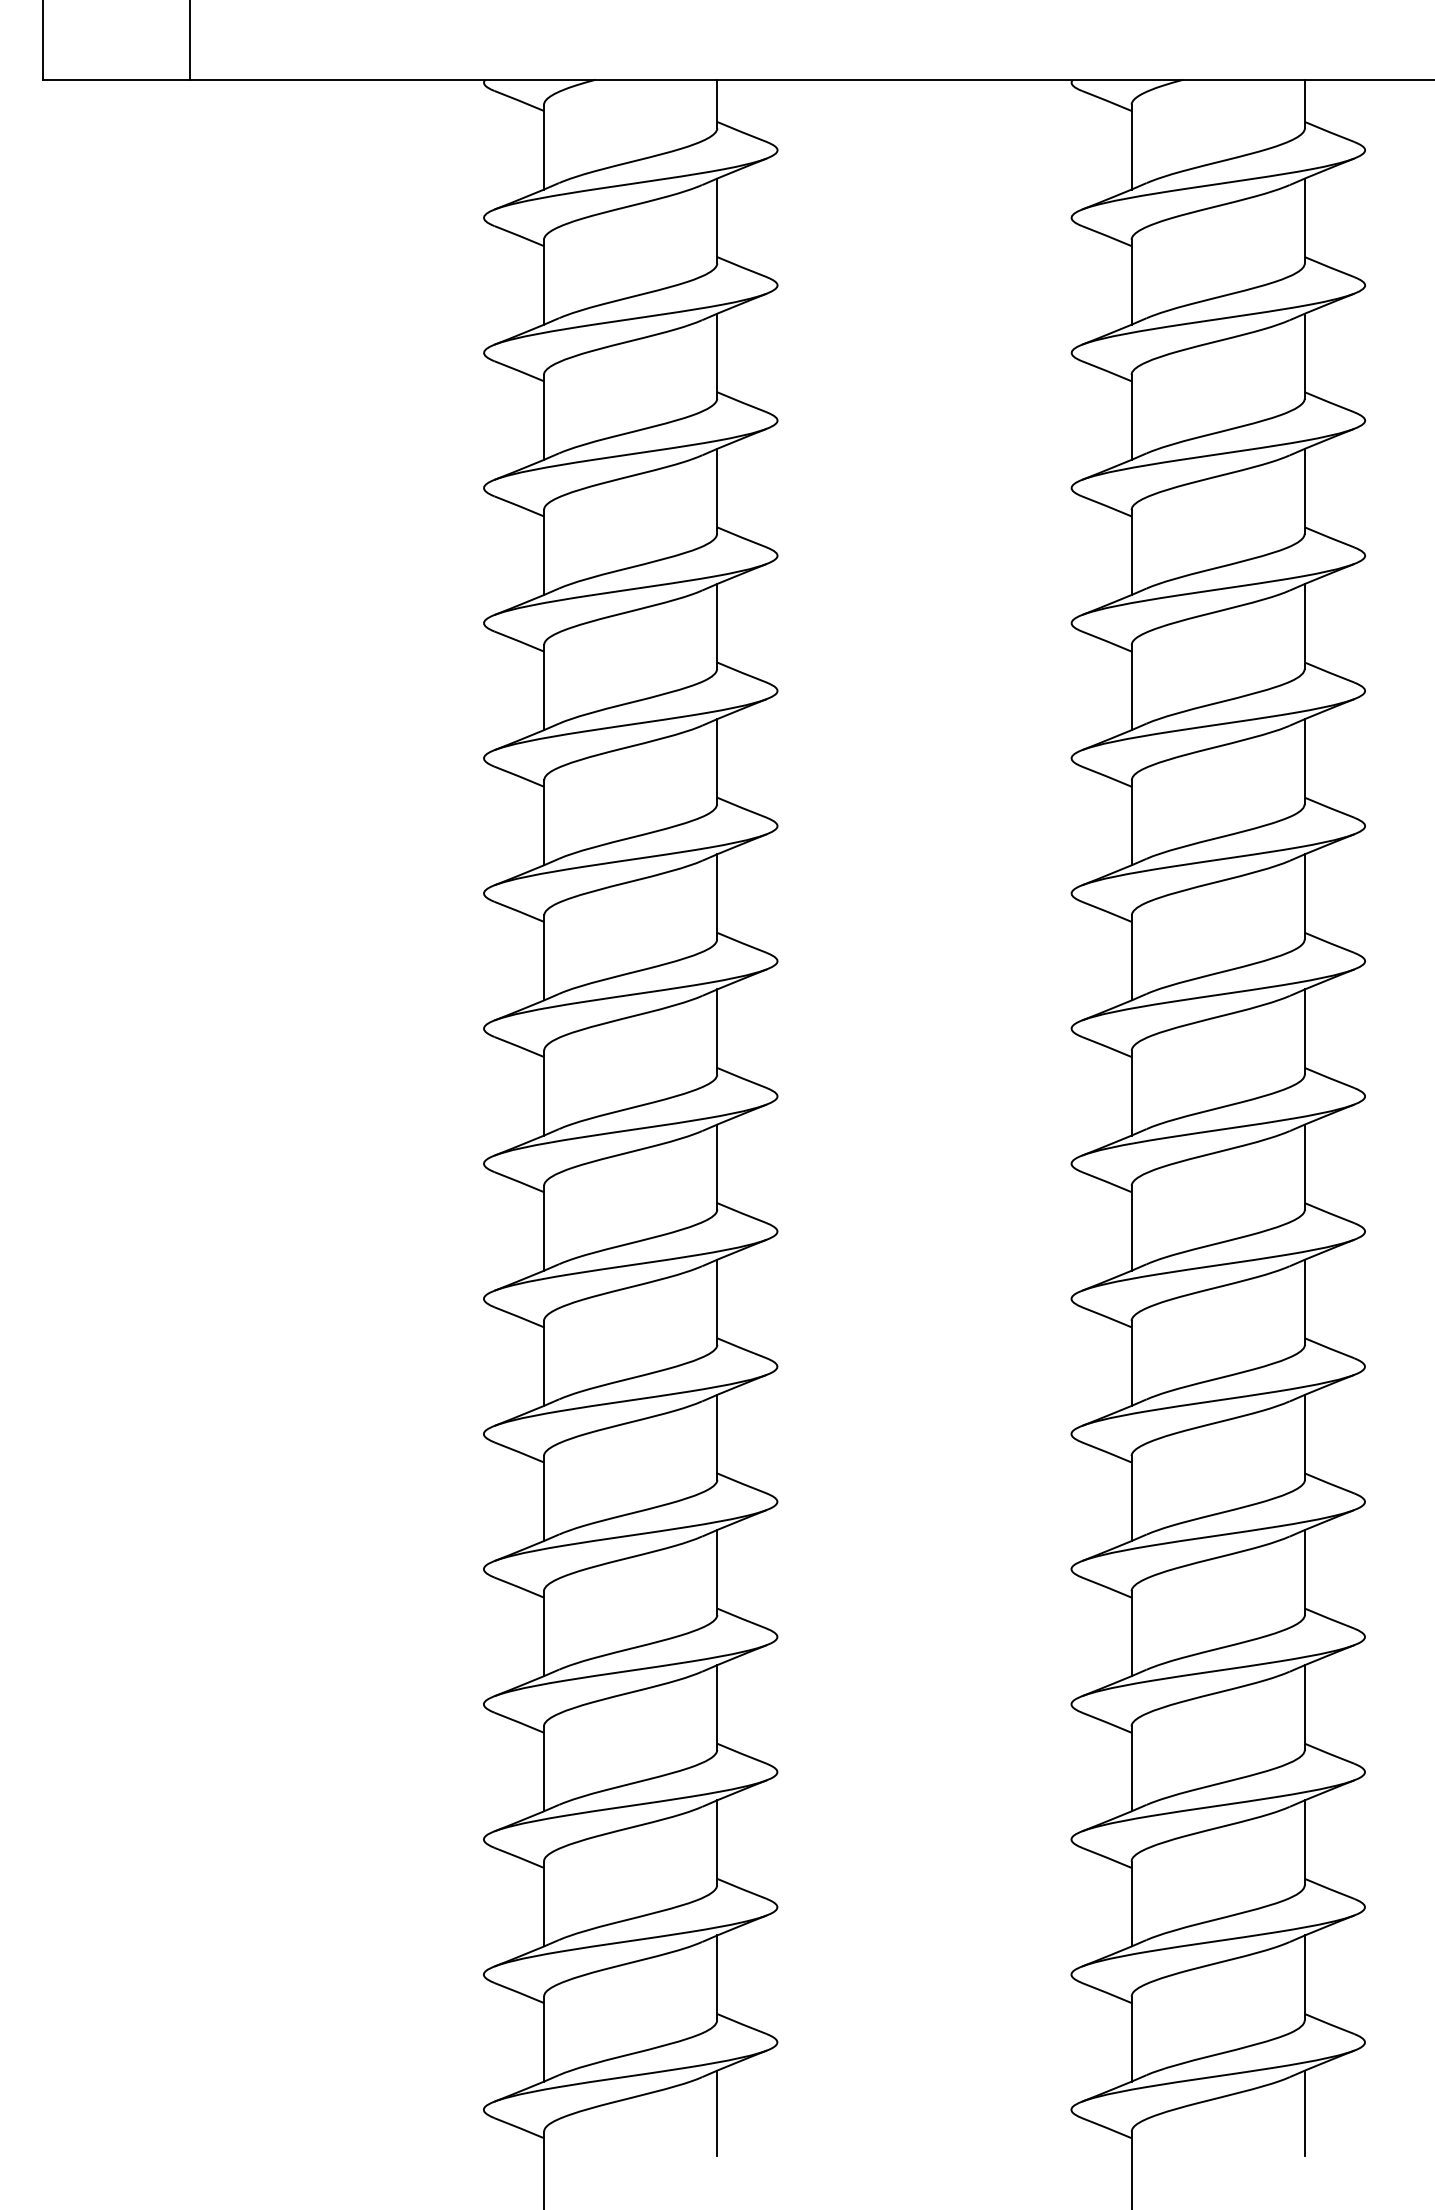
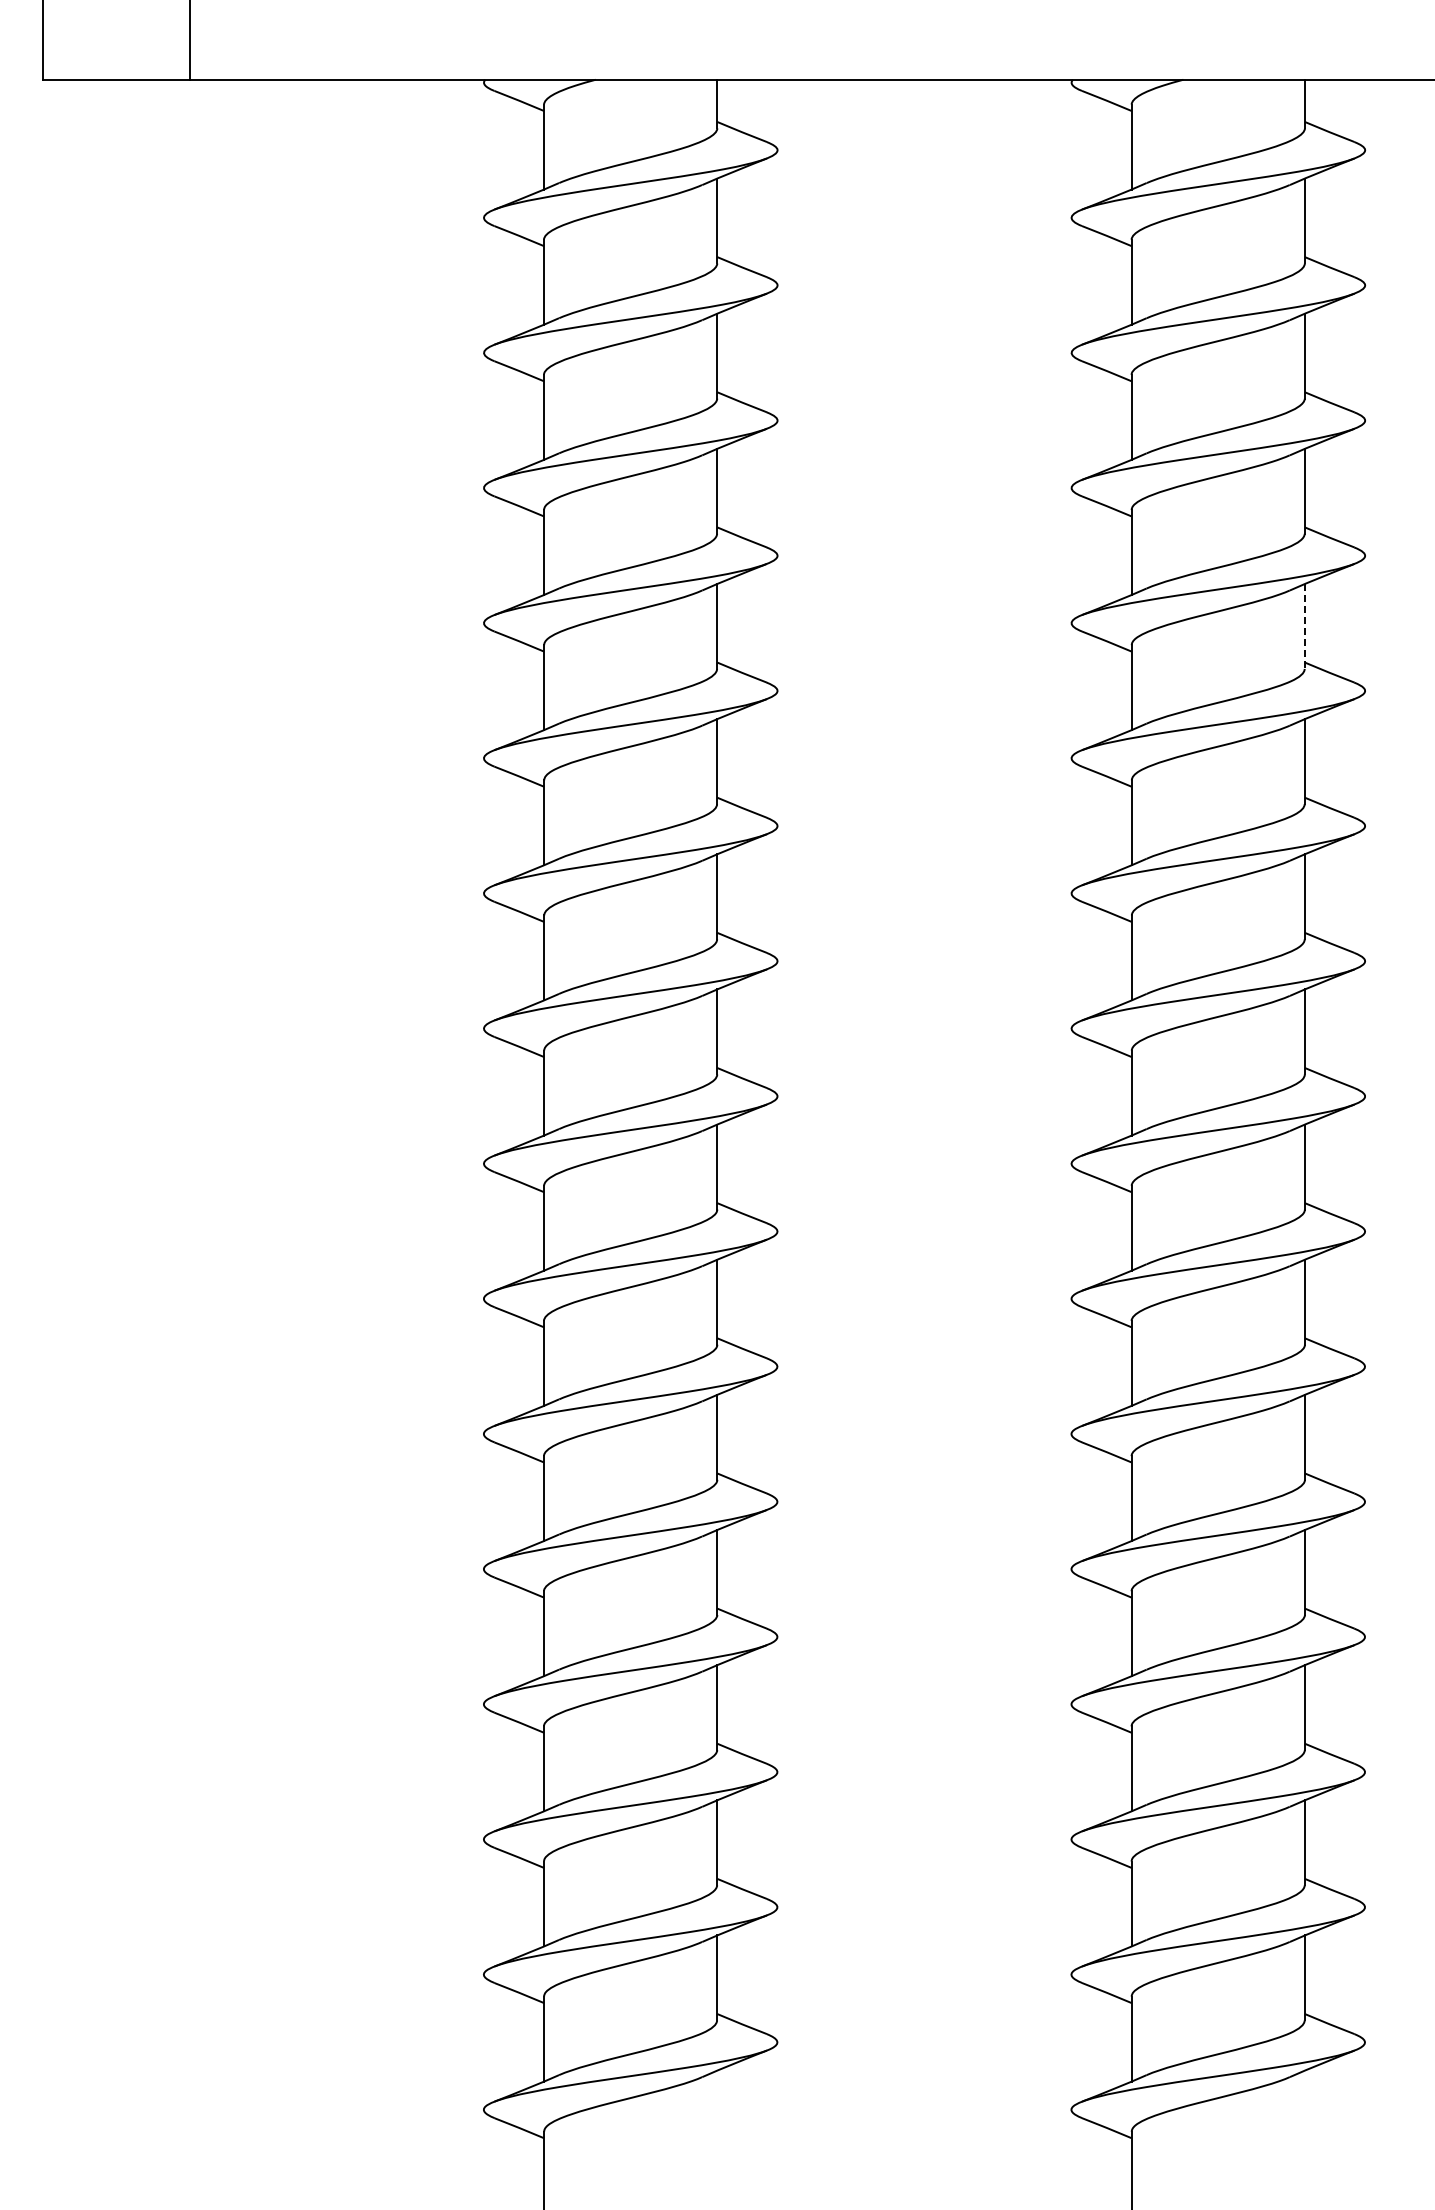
line at (1304, 626): solid -> dashed
line at (717, 2112): present -> none
line at (1304, 2112): present -> none
